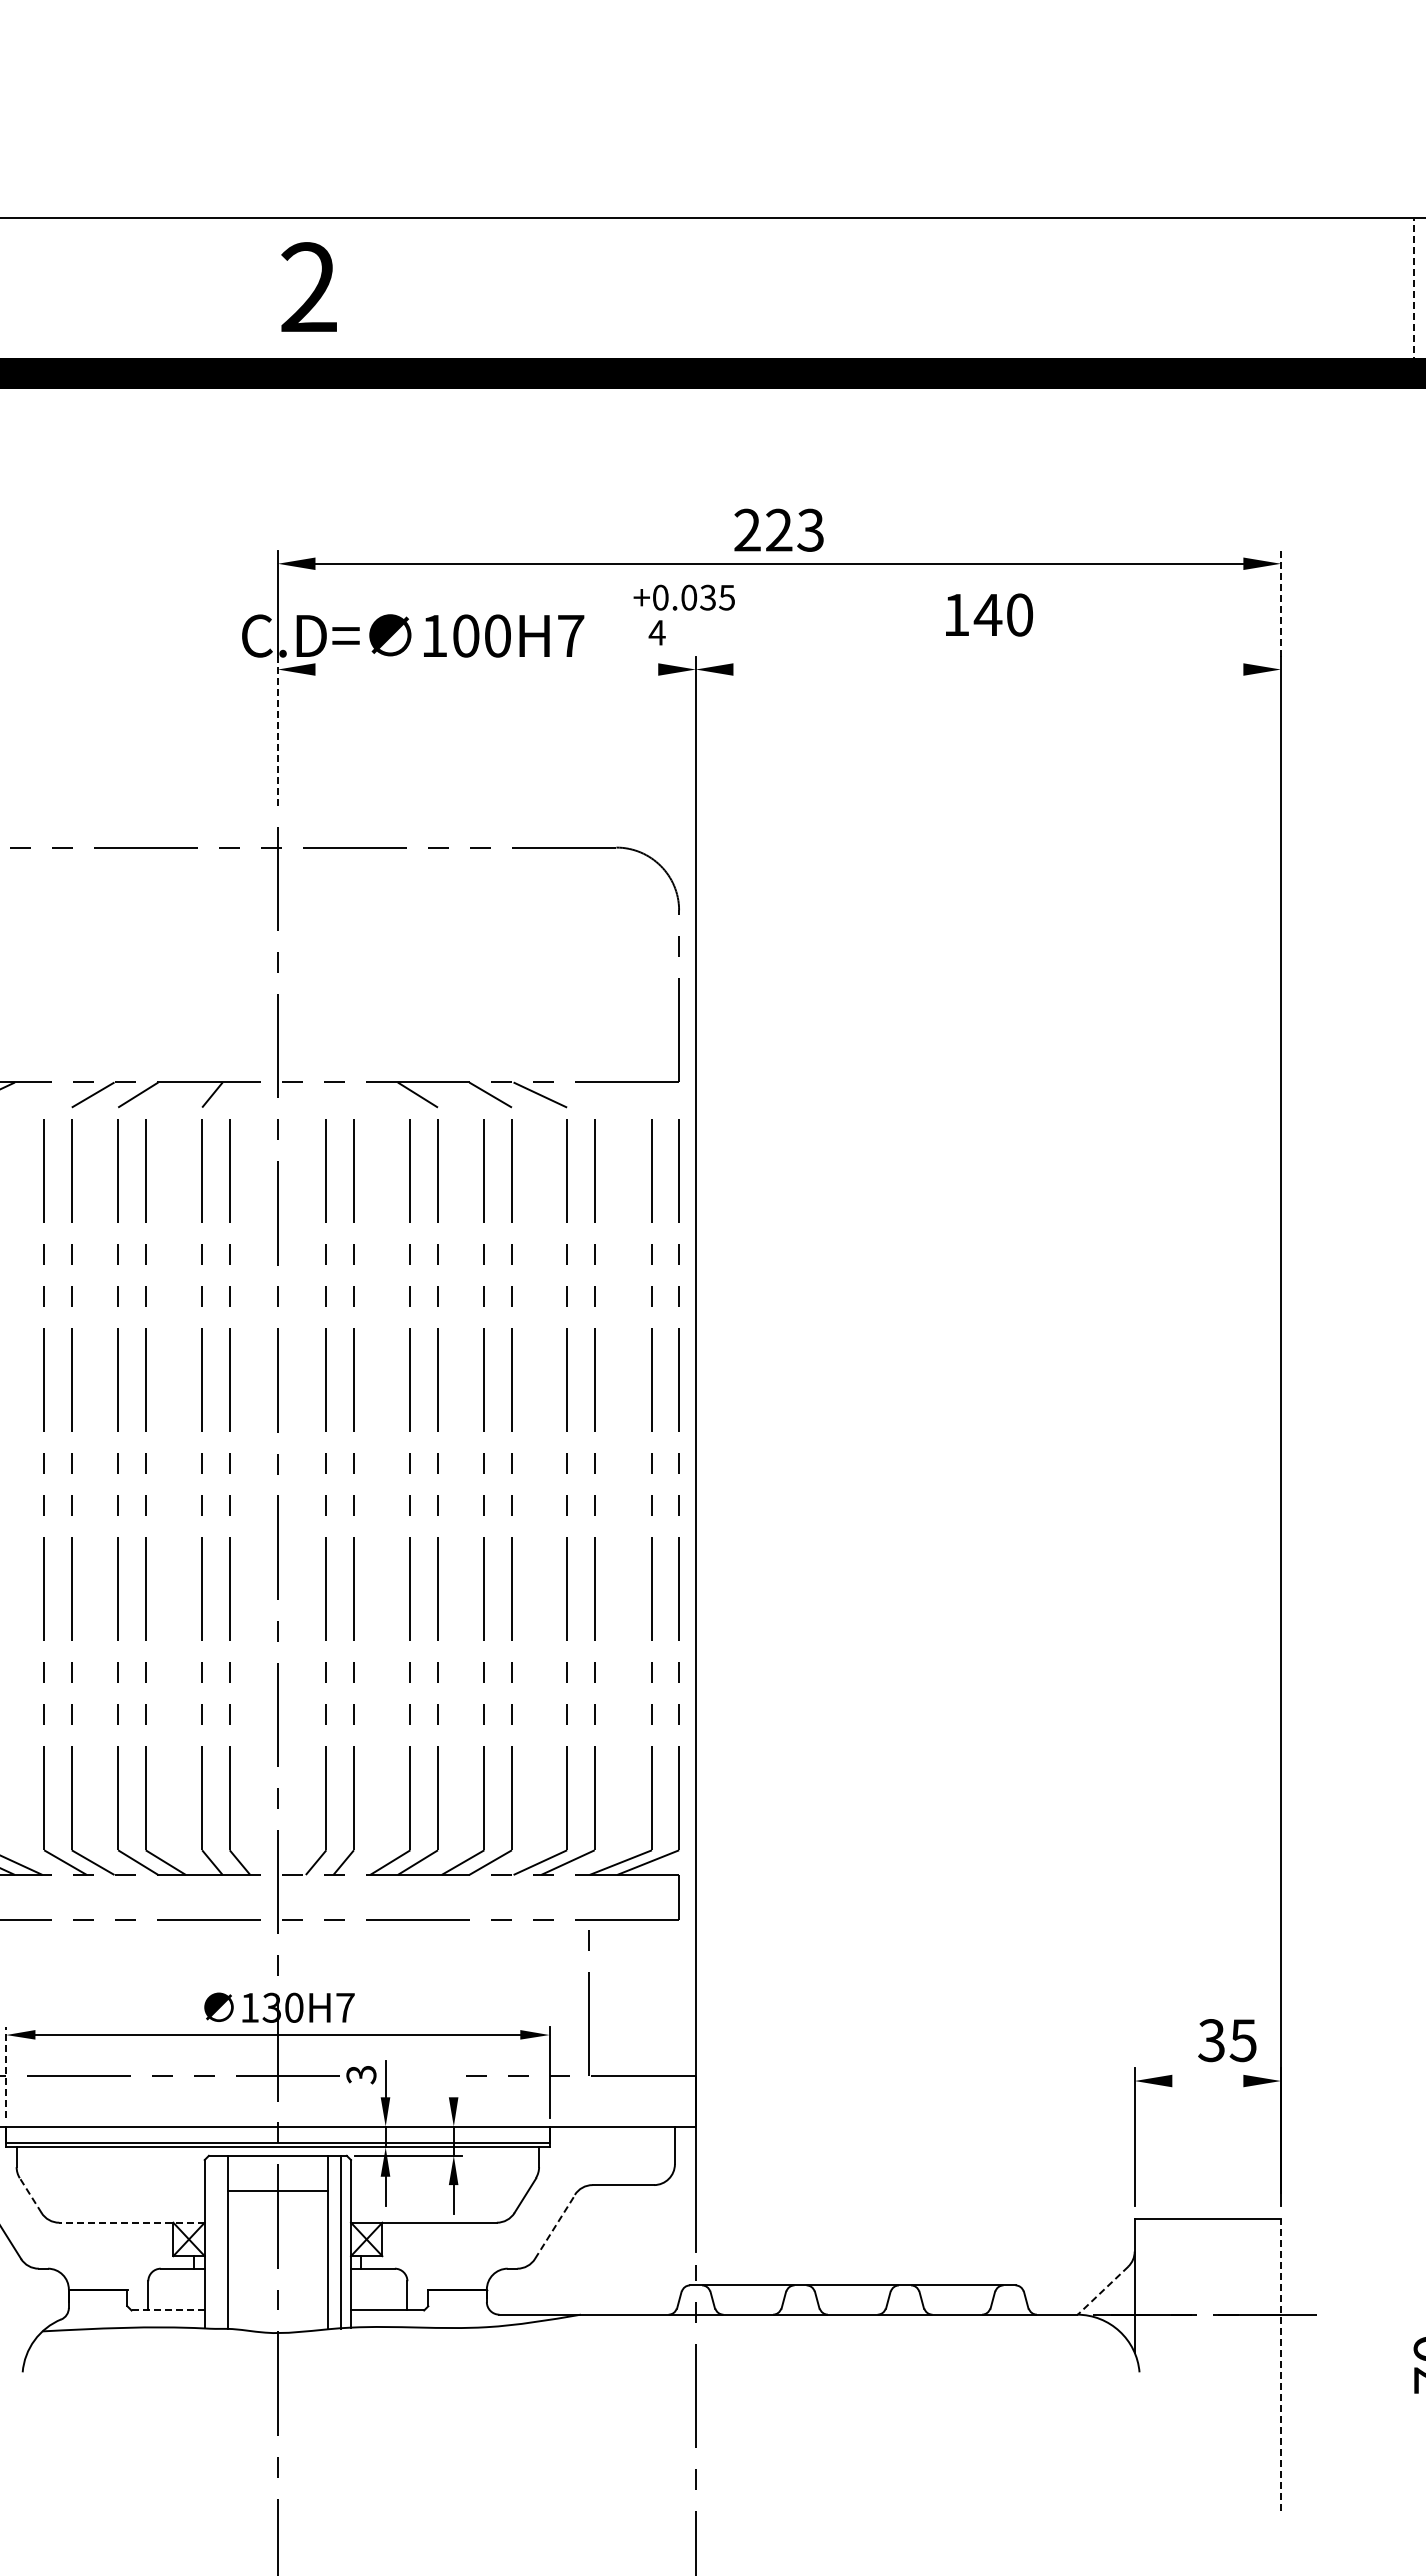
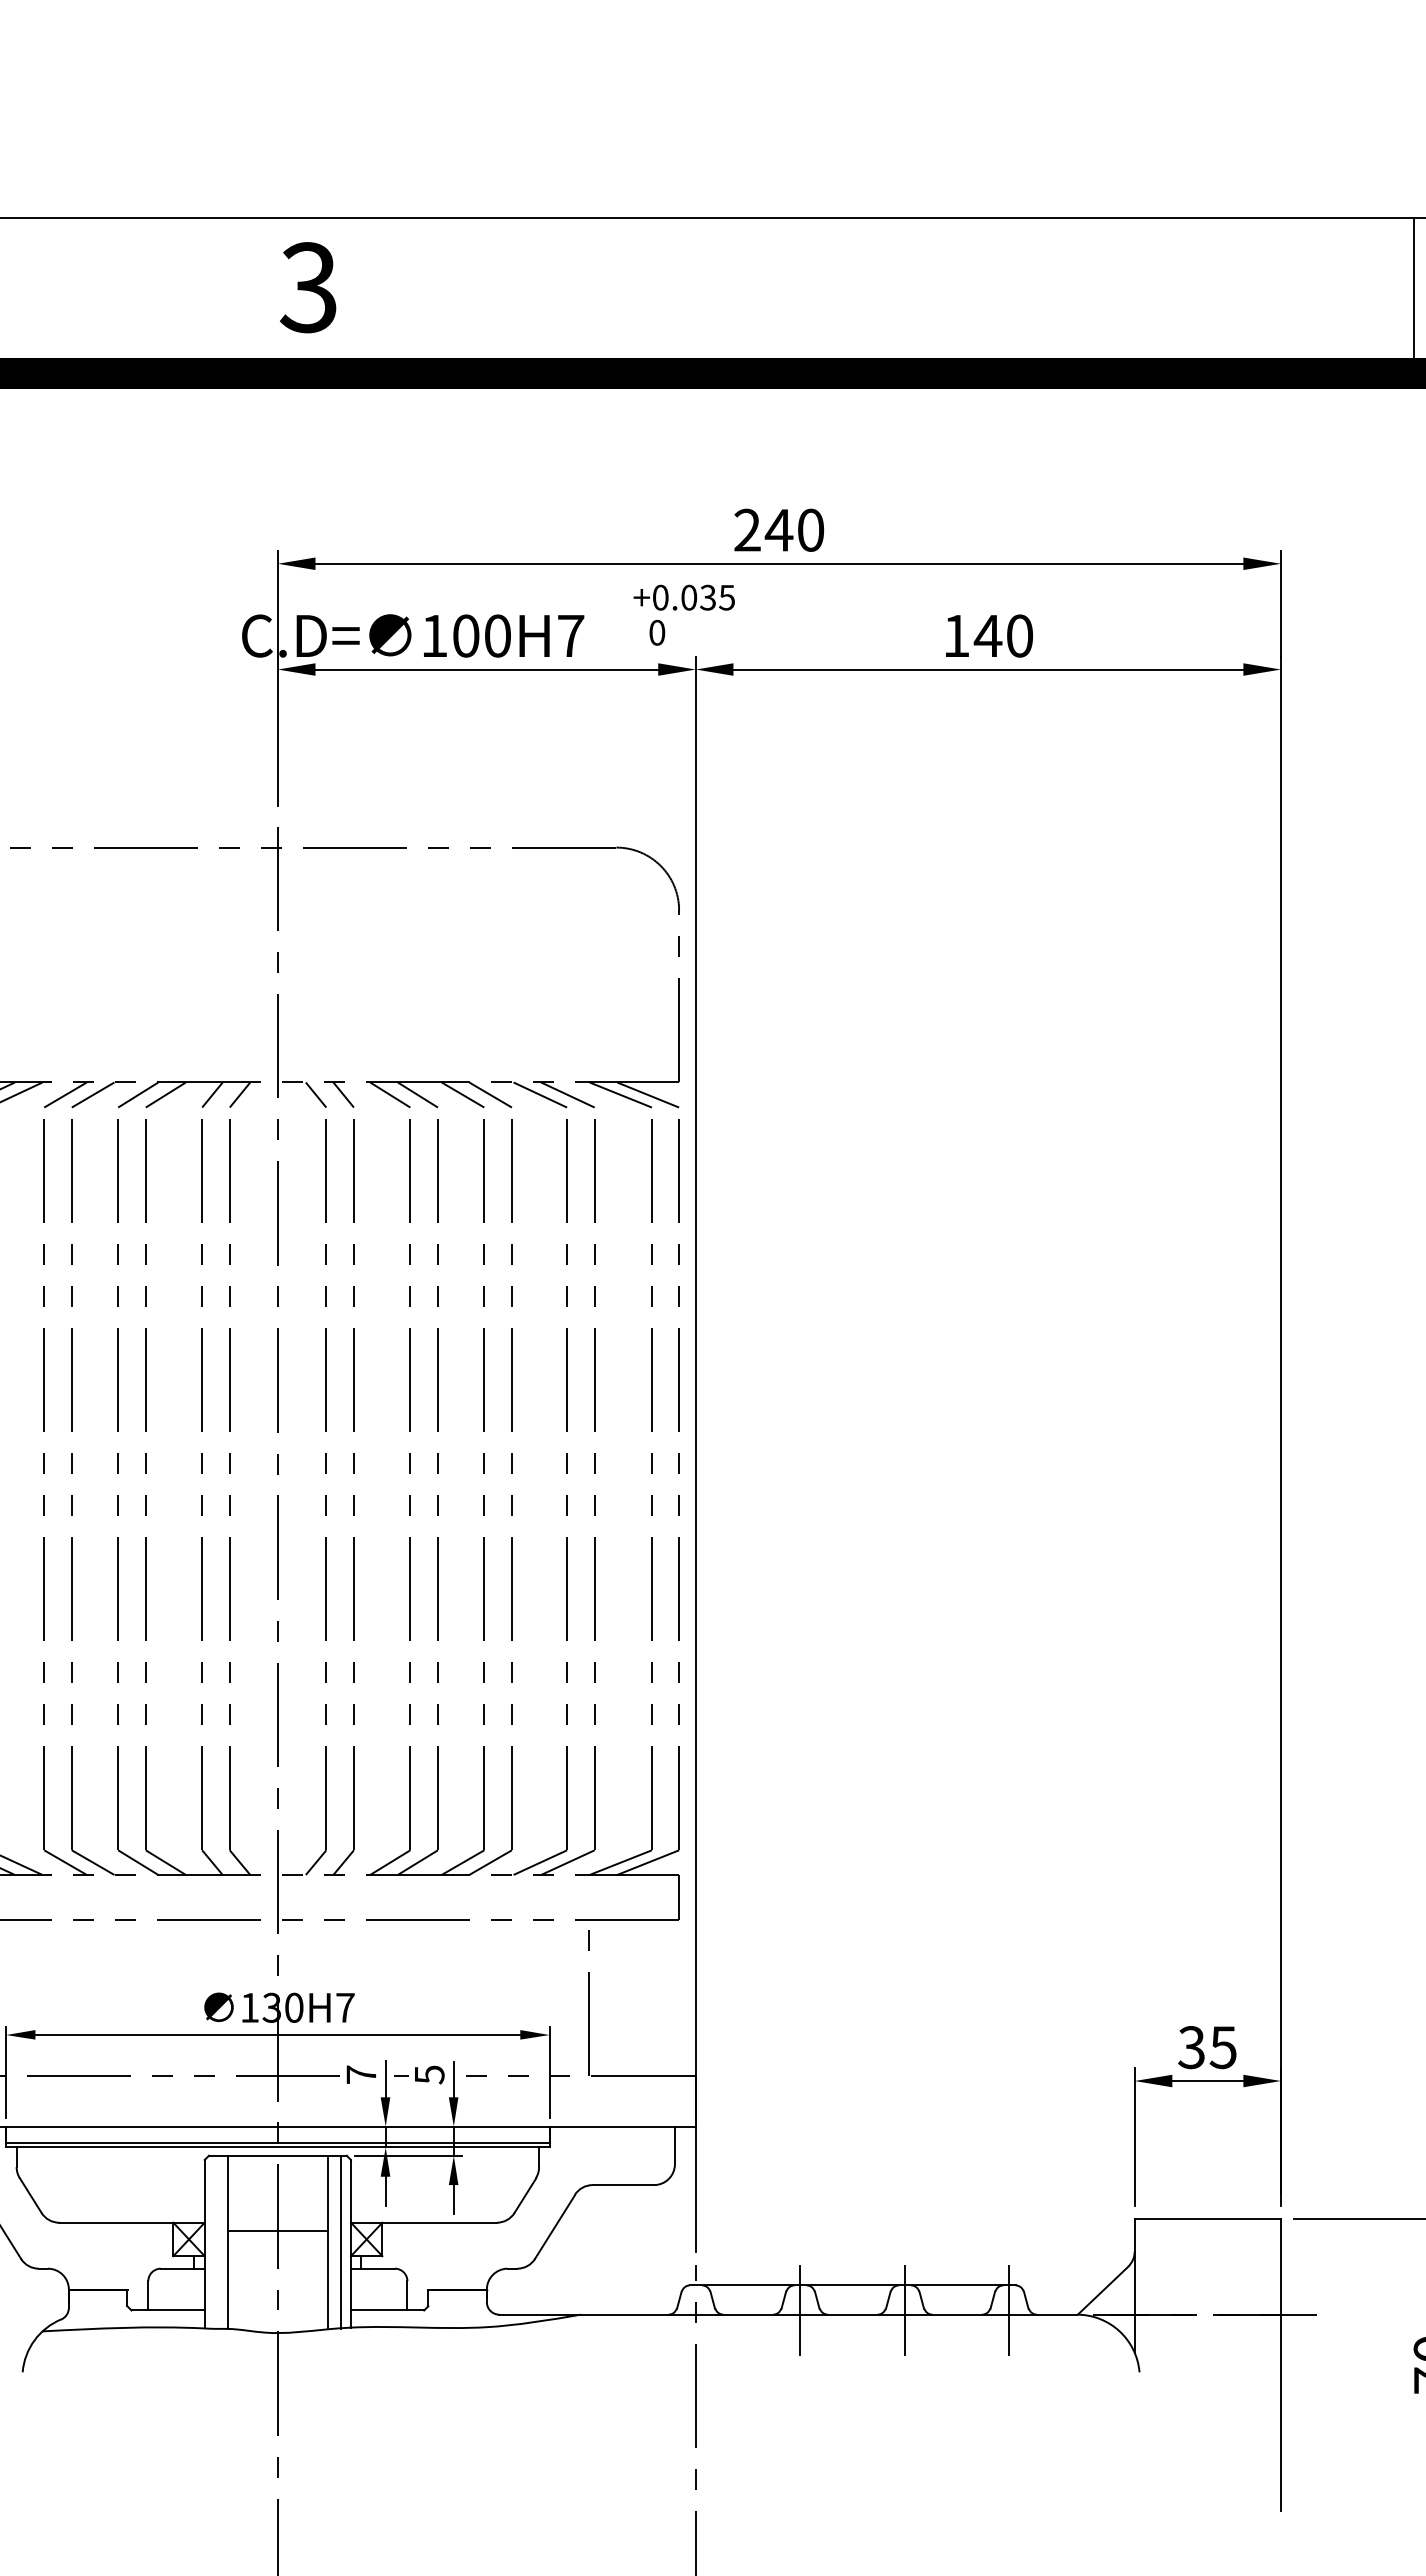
text at (307, 287): 2 -> 3
line at (1413, 297): dashed -> solid
text at (794, 529): 223 -> 240
line at (1281, 604): dashed -> solid
text at (989, 614) position: (989, 614) -> (989, 635)
text at (656, 632): 4 -> 0
line at (486, 669): none -> present
line at (988, 669): none -> present
line at (277, 730): dashed -> solid
line at (22, 1091): none -> present
line at (65, 1094): none -> present
line at (165, 1094): none -> present
line at (239, 1094): none -> present
line at (315, 1094): none -> present
line at (343, 1094): none -> present
line at (390, 1094): none -> present
line at (462, 1094): none -> present
line at (567, 1094): none -> present
line at (620, 1094): none -> present
line at (648, 1094): none -> present
text at (1227, 2040) position: (1227, 2040) -> (1207, 2047)
line at (6, 2072): dashed -> solid
text at (361, 2074): 3 -> 7
part at (419, 2074): none -> present
line at (453, 2079): none -> present
line at (1207, 2081): none -> present
line at (277, 2190) position: (277, 2190) -> (277, 2230)
line at (30, 2195): dashed -> solid
line at (1357, 2218): none -> present
line at (132, 2222): dashed -> solid
line at (554, 2227): dashed -> solid
line at (1103, 2290): dashed -> solid
line at (168, 2310): dashed -> solid
line at (800, 2310): none -> present
line at (904, 2310): none -> present
line at (1009, 2310): none -> present
line at (1281, 2364): dashed -> solid
